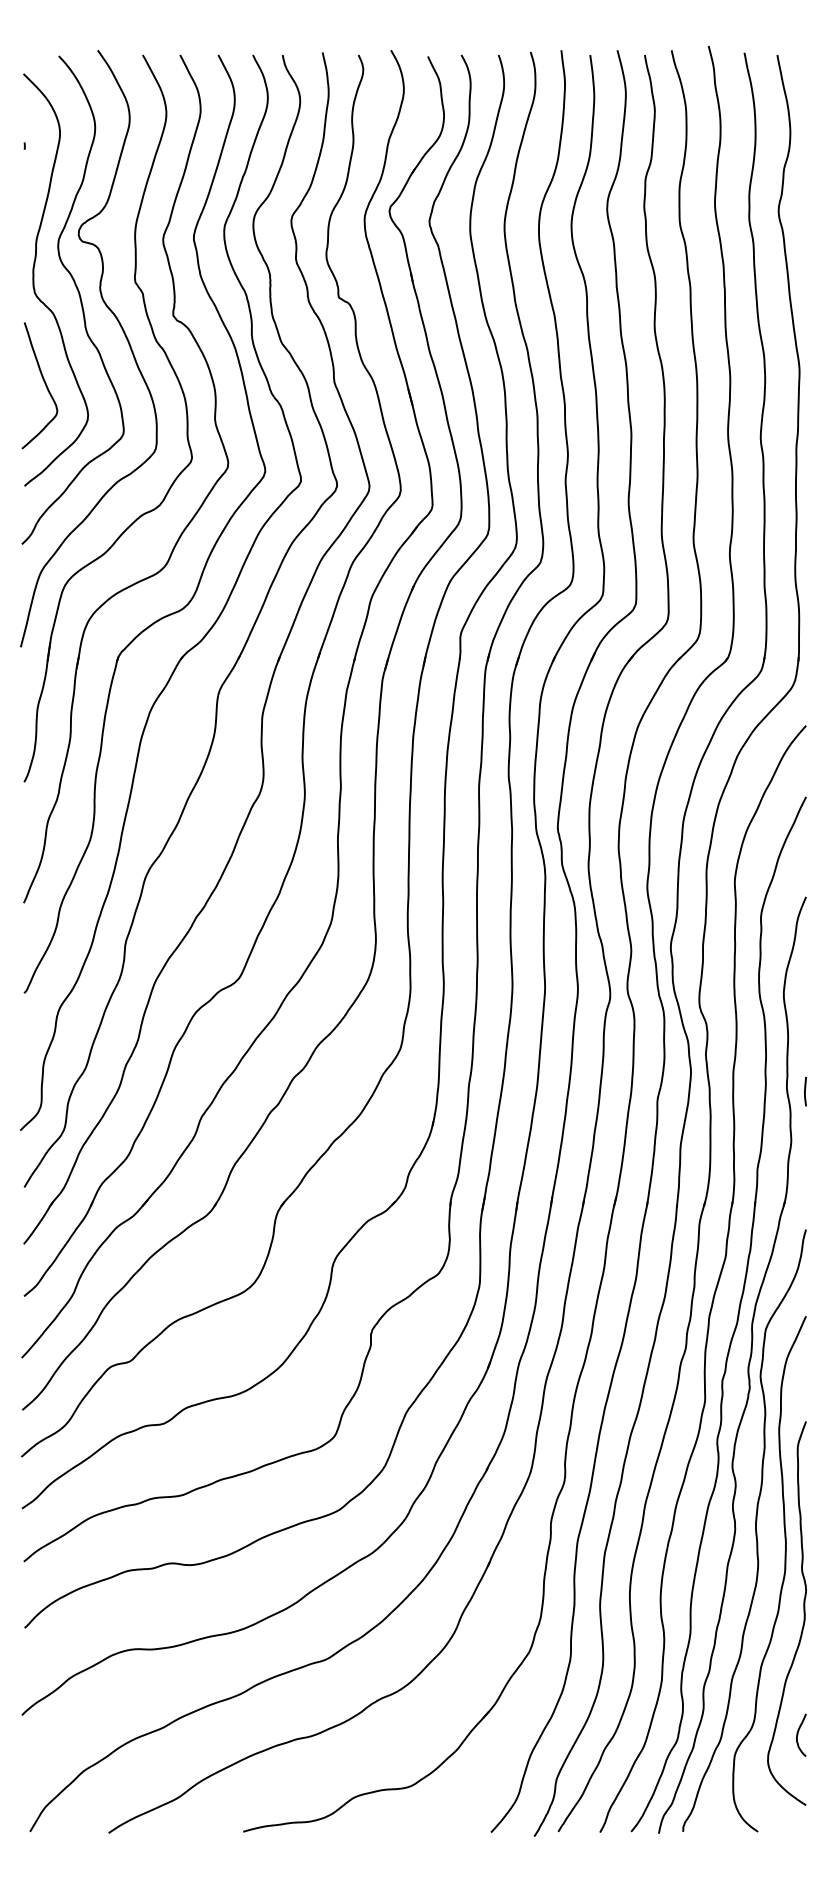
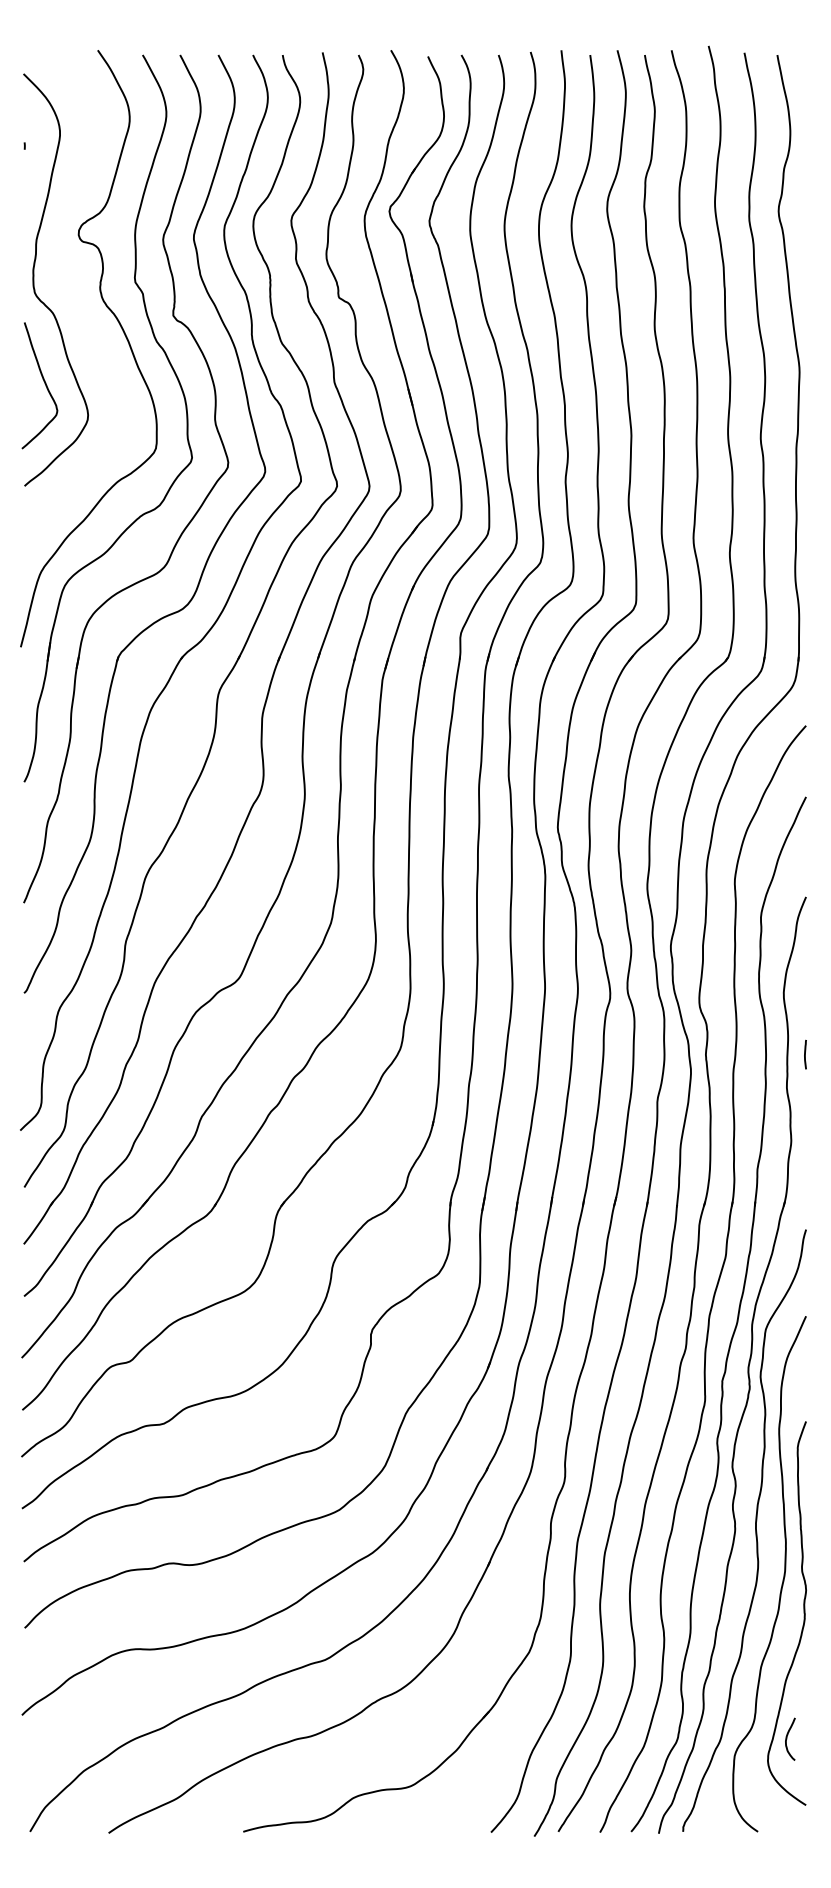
curve at (79, 299): present -> none
line at (805, 1091) position: (805, 1091) -> (805, 1054)
curve at (798, 1734) position: (798, 1734) -> (787, 1738)
